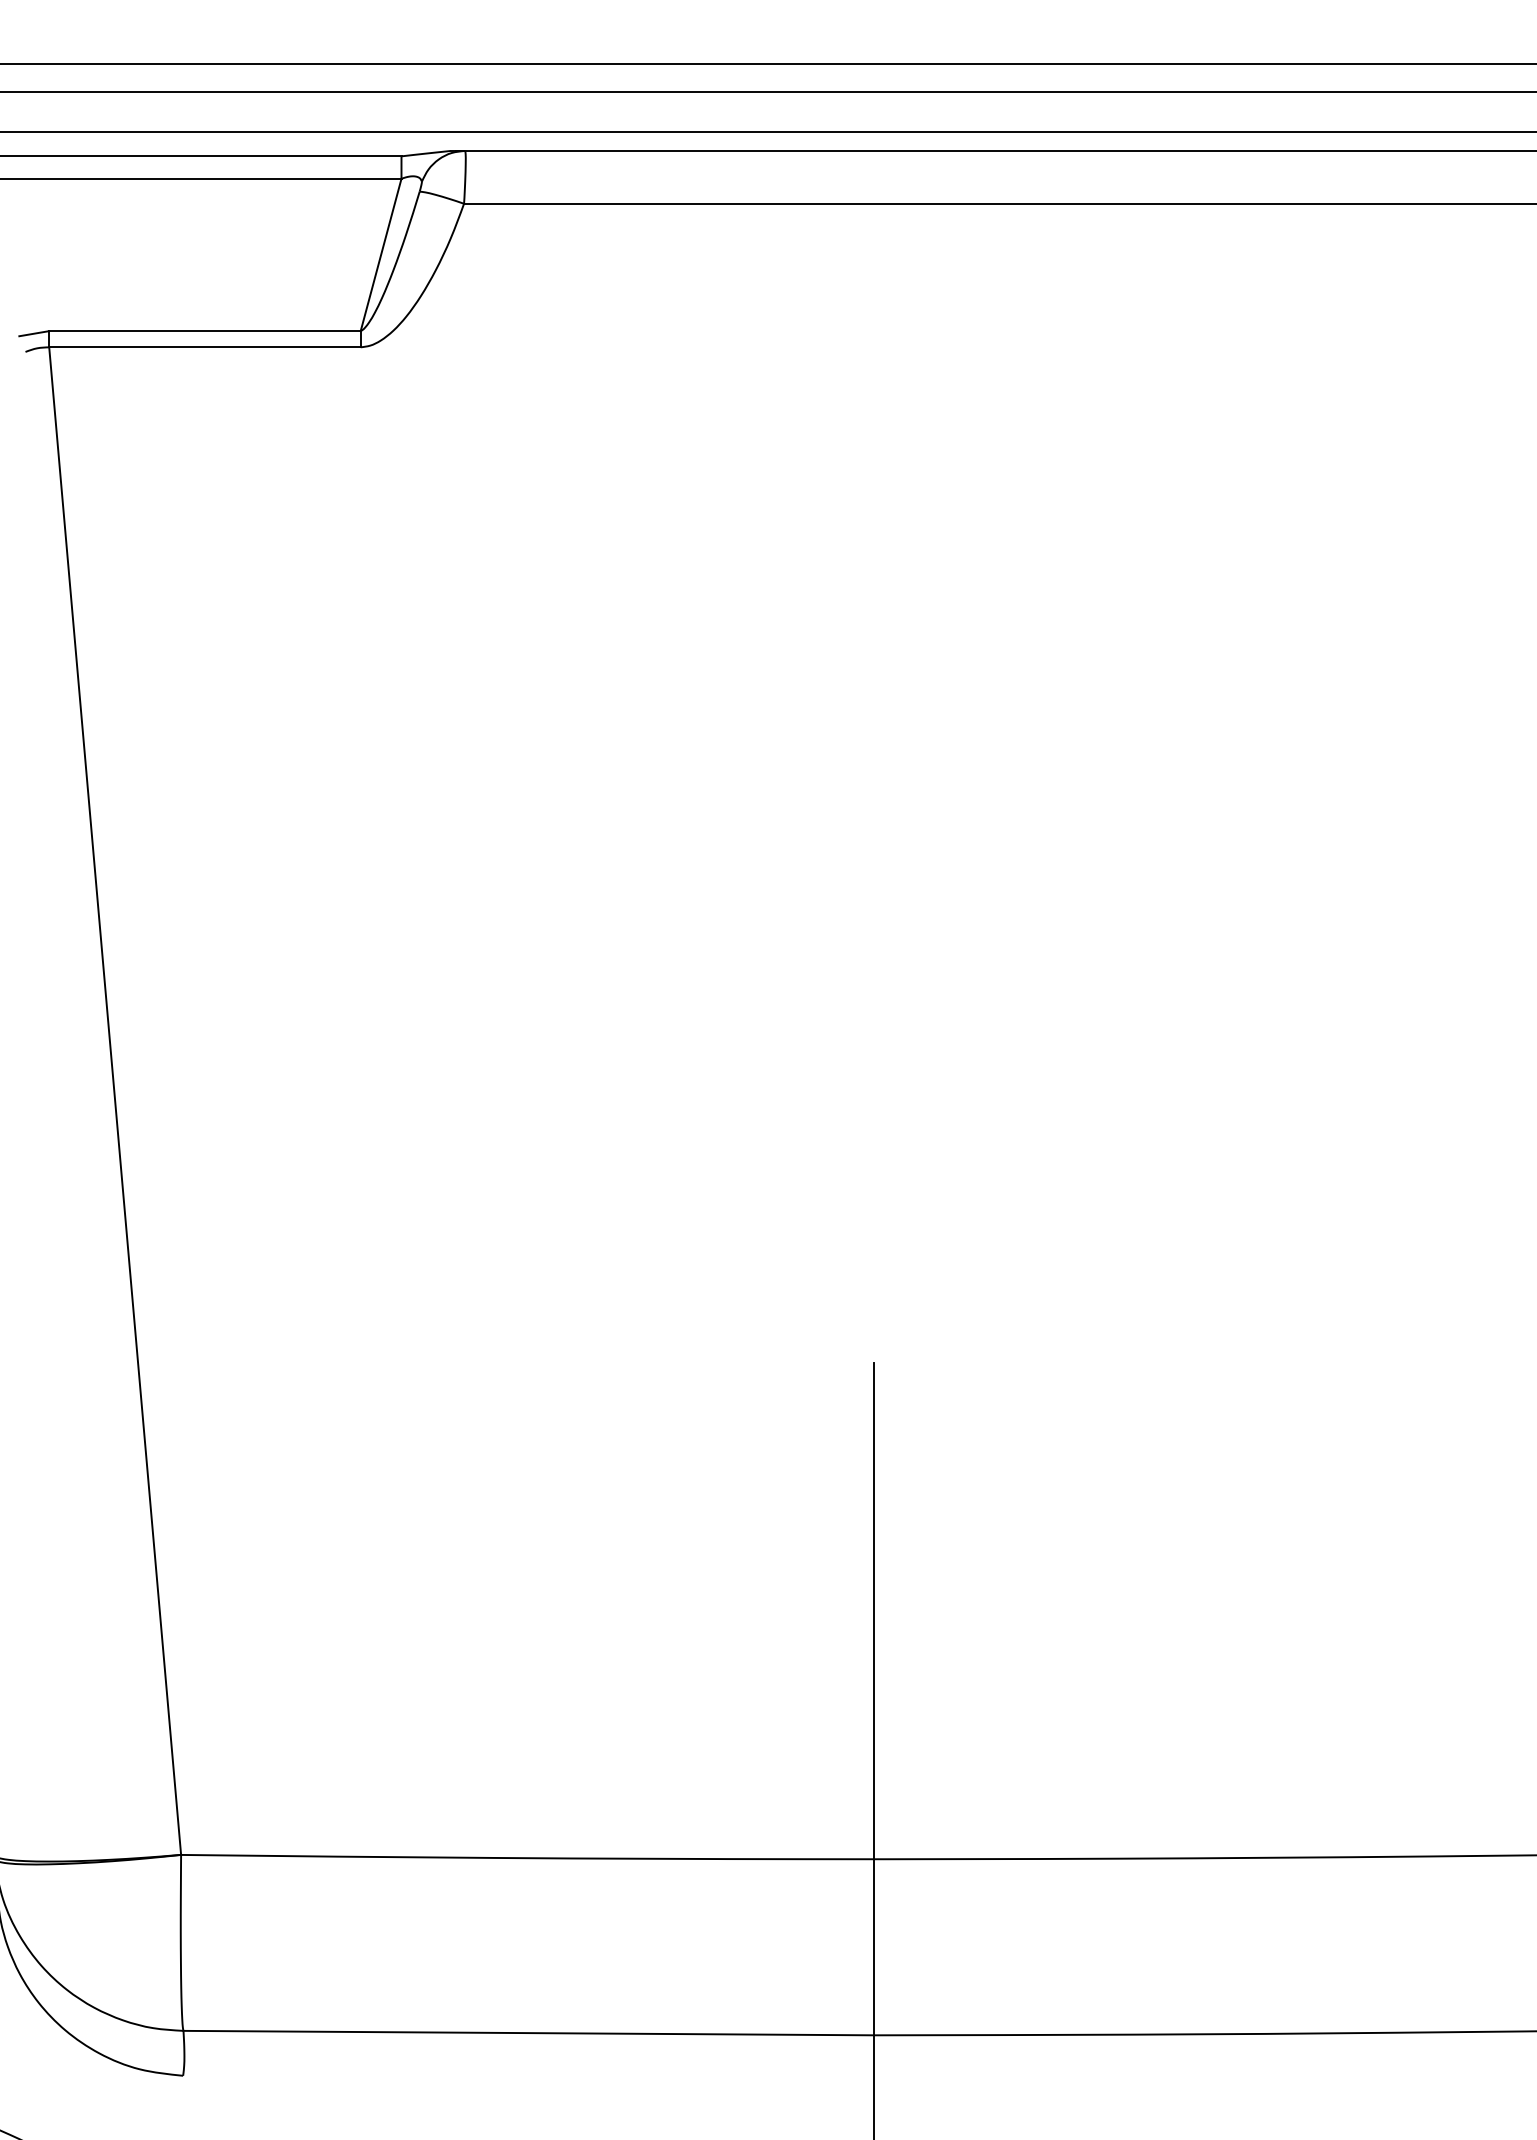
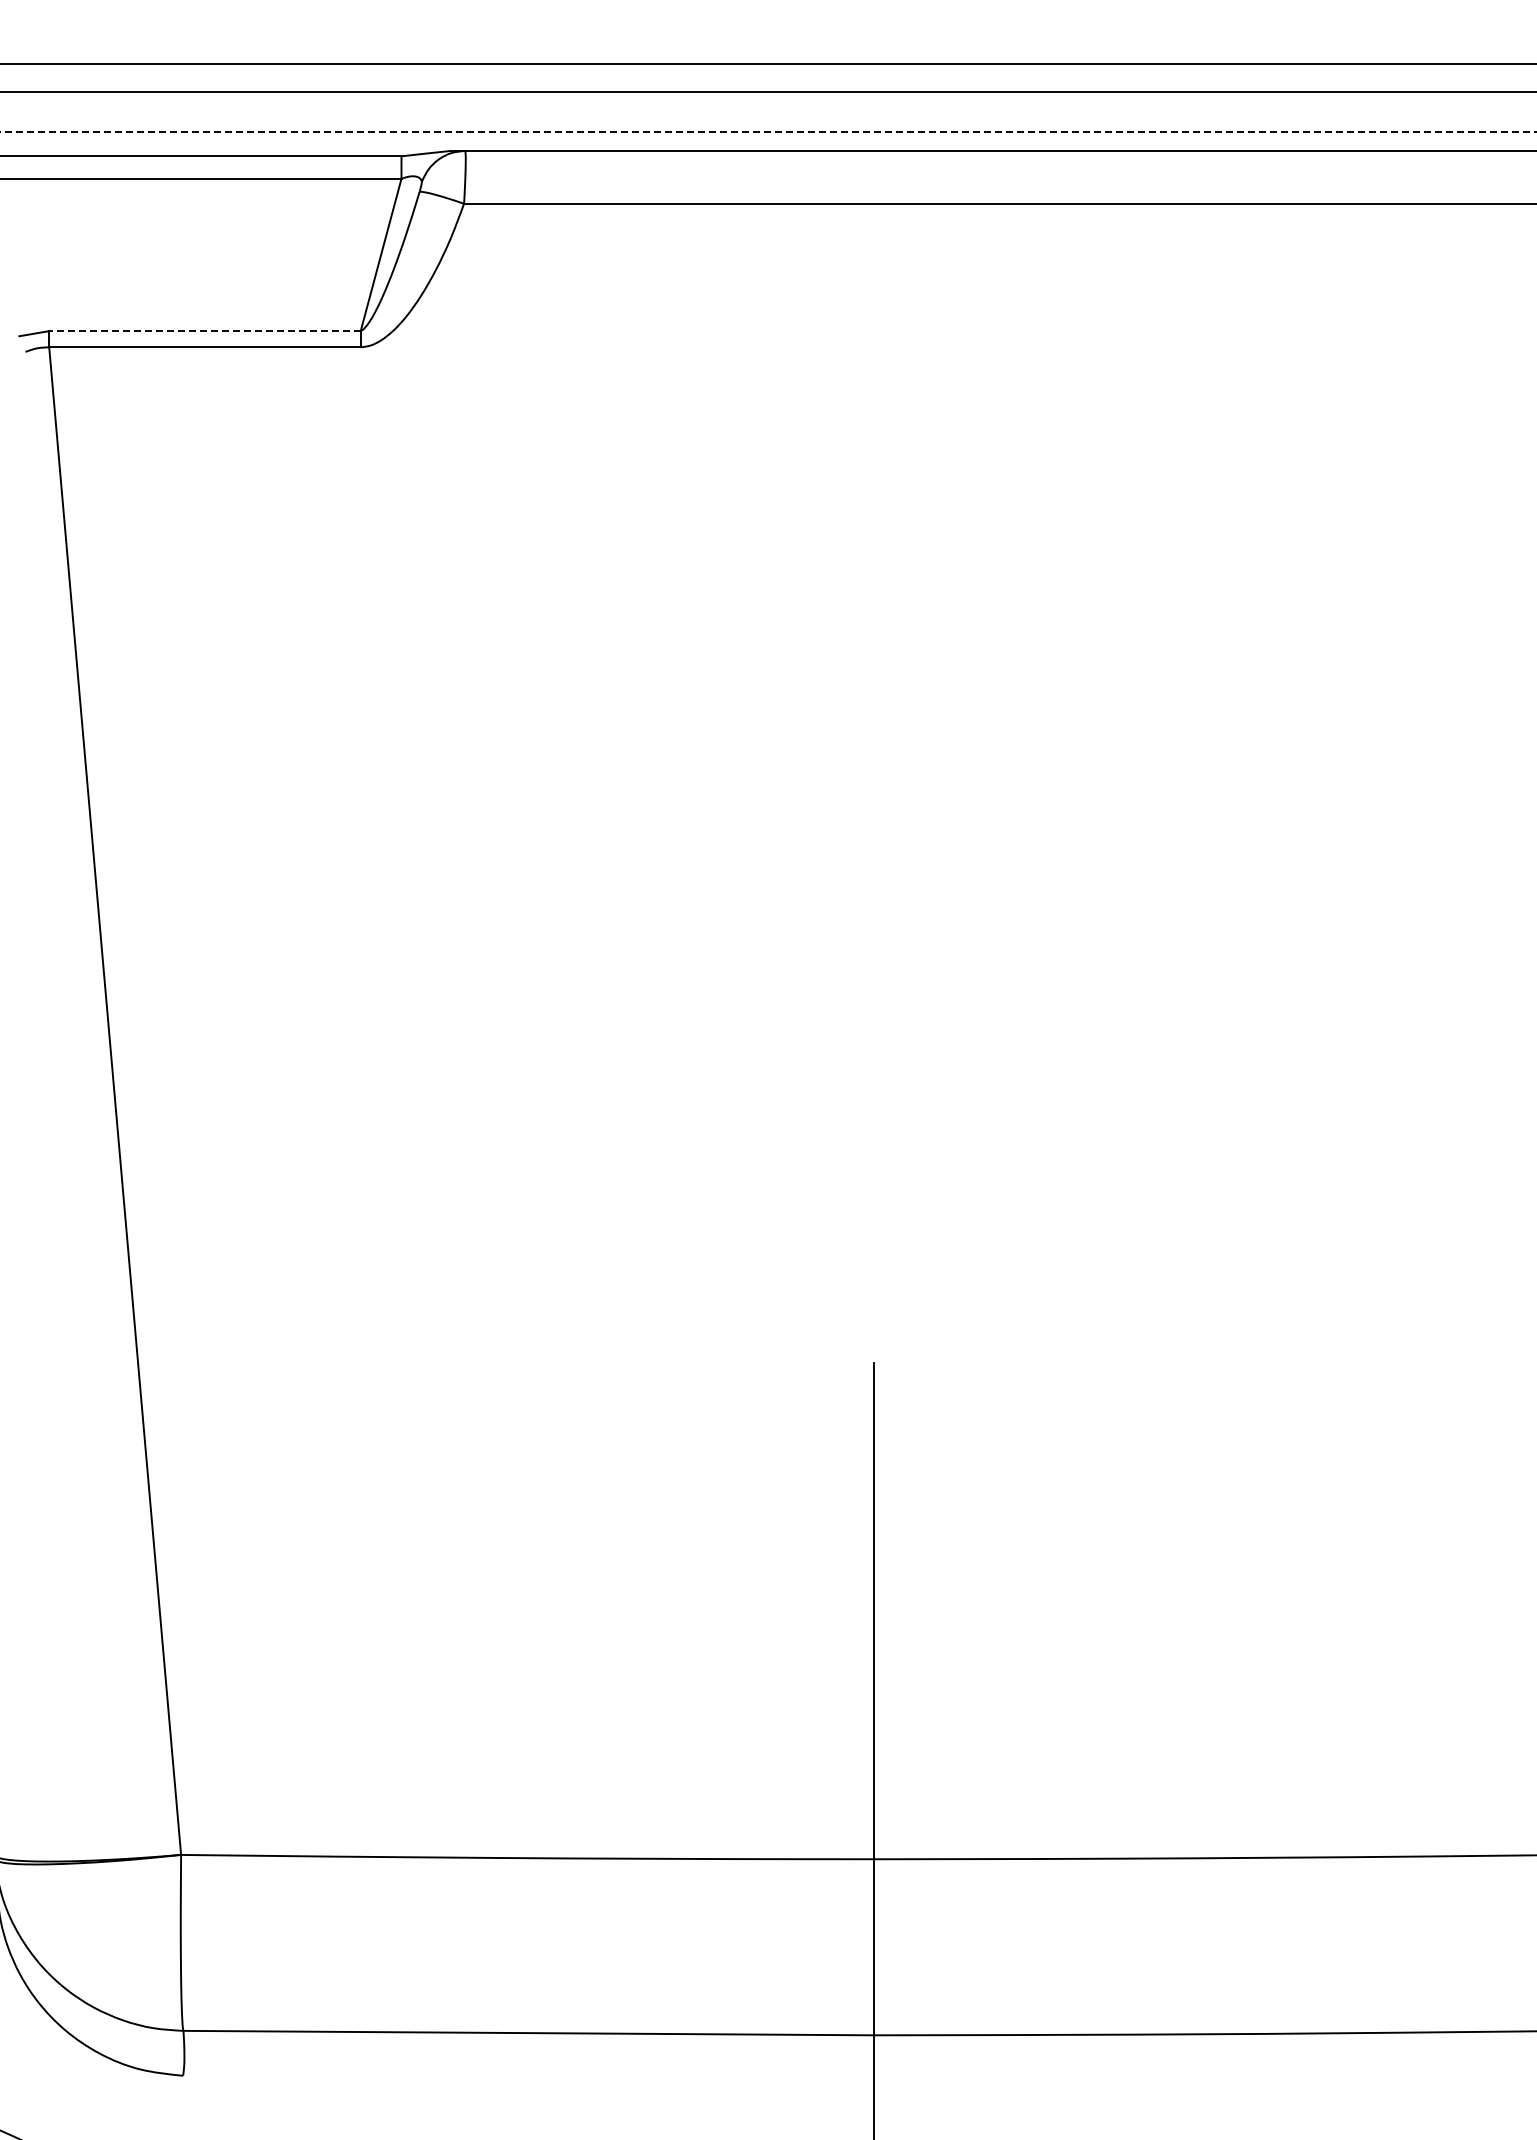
line at (767, 131): solid -> dashed
line at (204, 331): solid -> dashed
